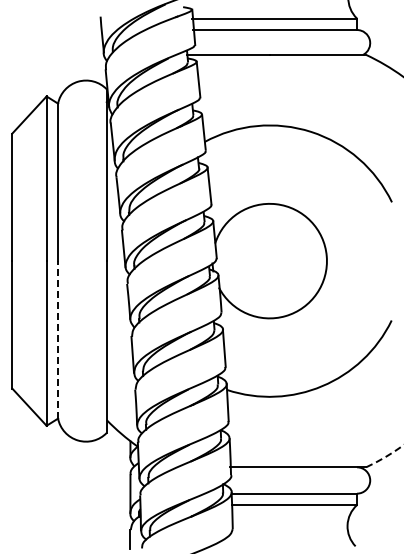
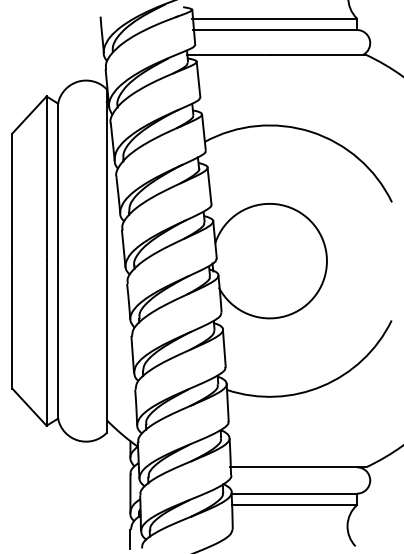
line at (58, 339): dashed -> solid
arc at (385, 456): dashed -> solid
